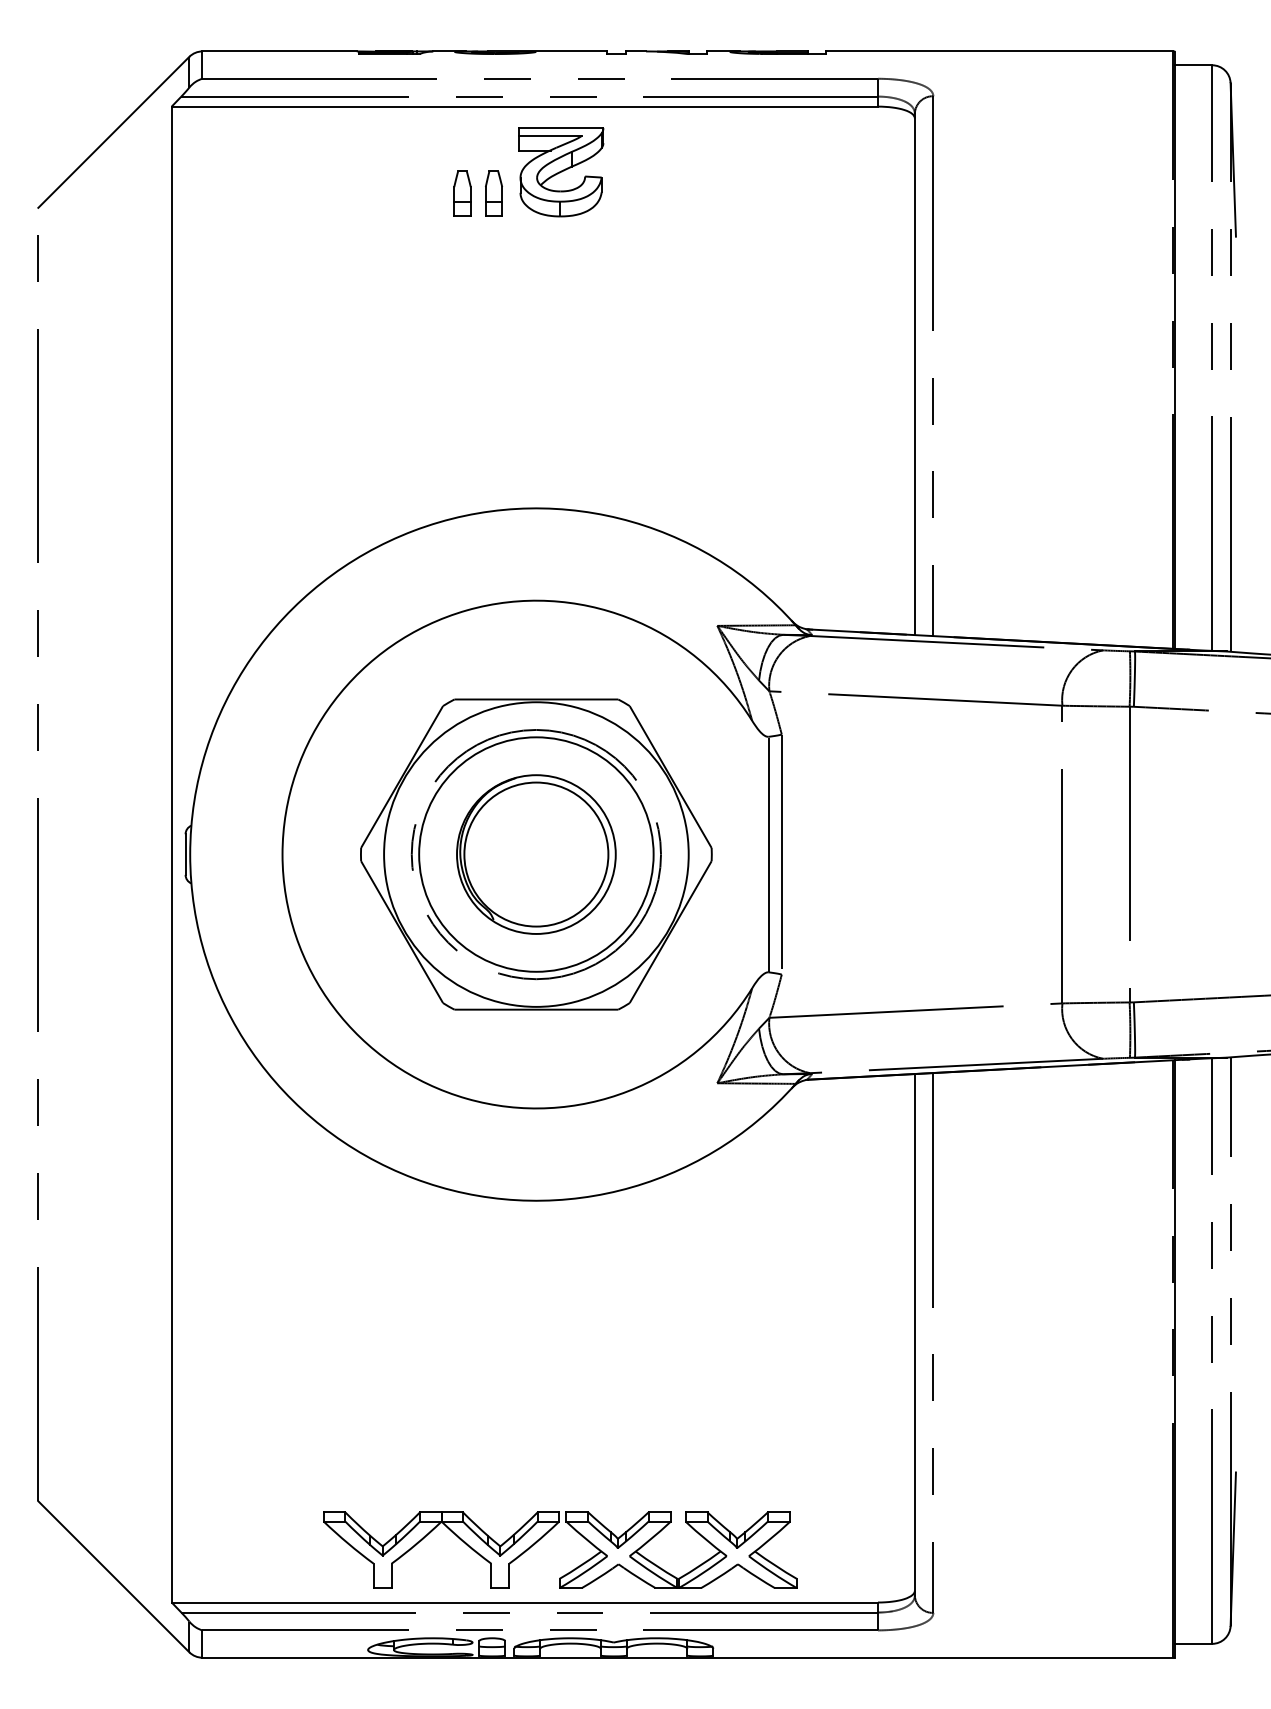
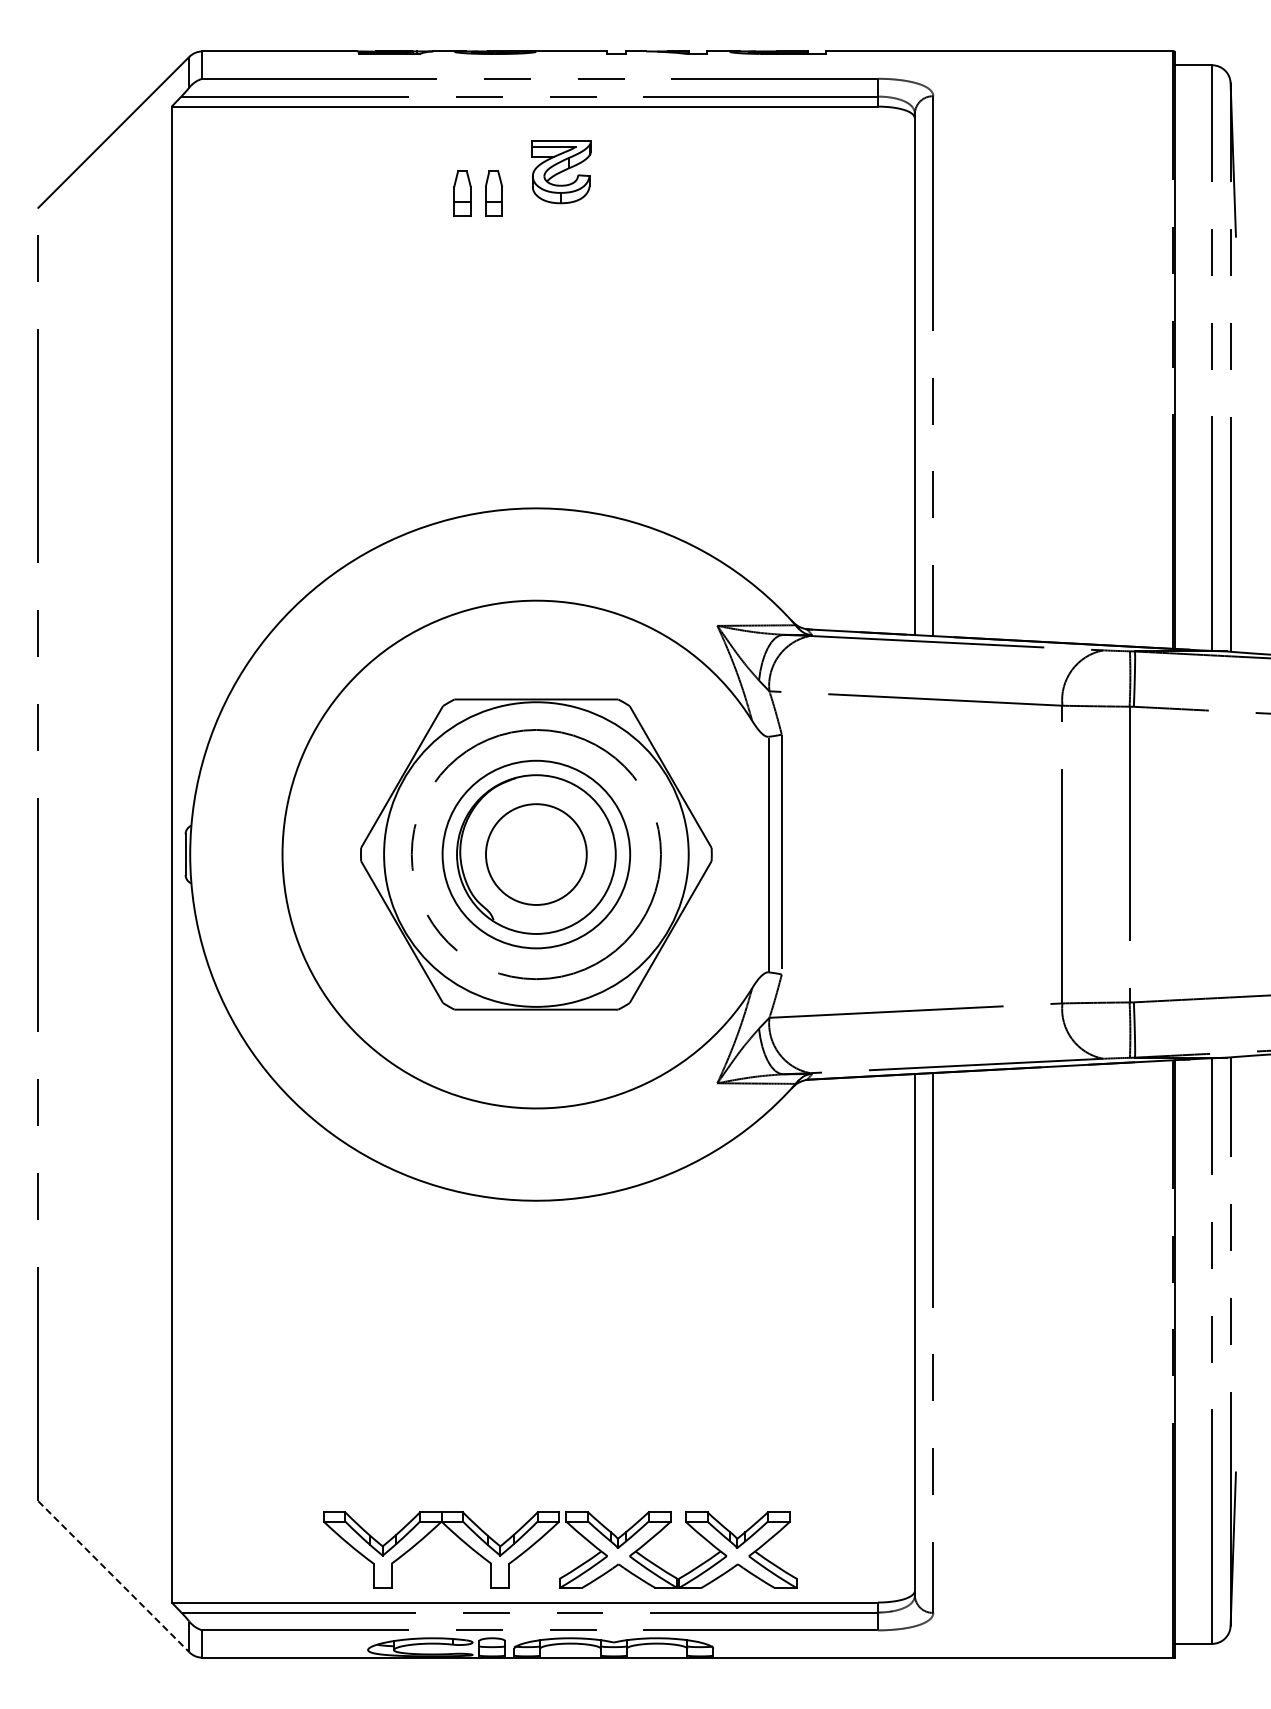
part at (561, 172) size: 87x91 px -> 61x65 px
circle at (536, 854) diameter: 144 px -> 101 px
circle at (536, 854) diameter: 234 px -> 188 px
line at (113, 1576): solid -> dashed
